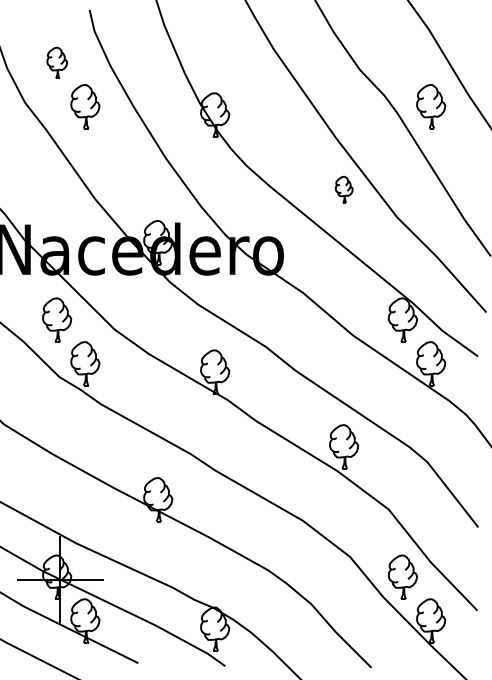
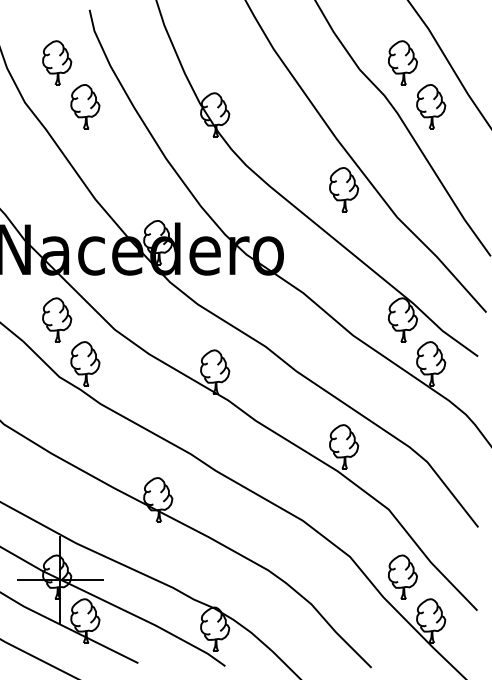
part at (56, 62) size: 22x33 px -> 31x46 px
part at (402, 62): none -> present
part at (343, 189) size: 20x29 px -> 31x46 px
